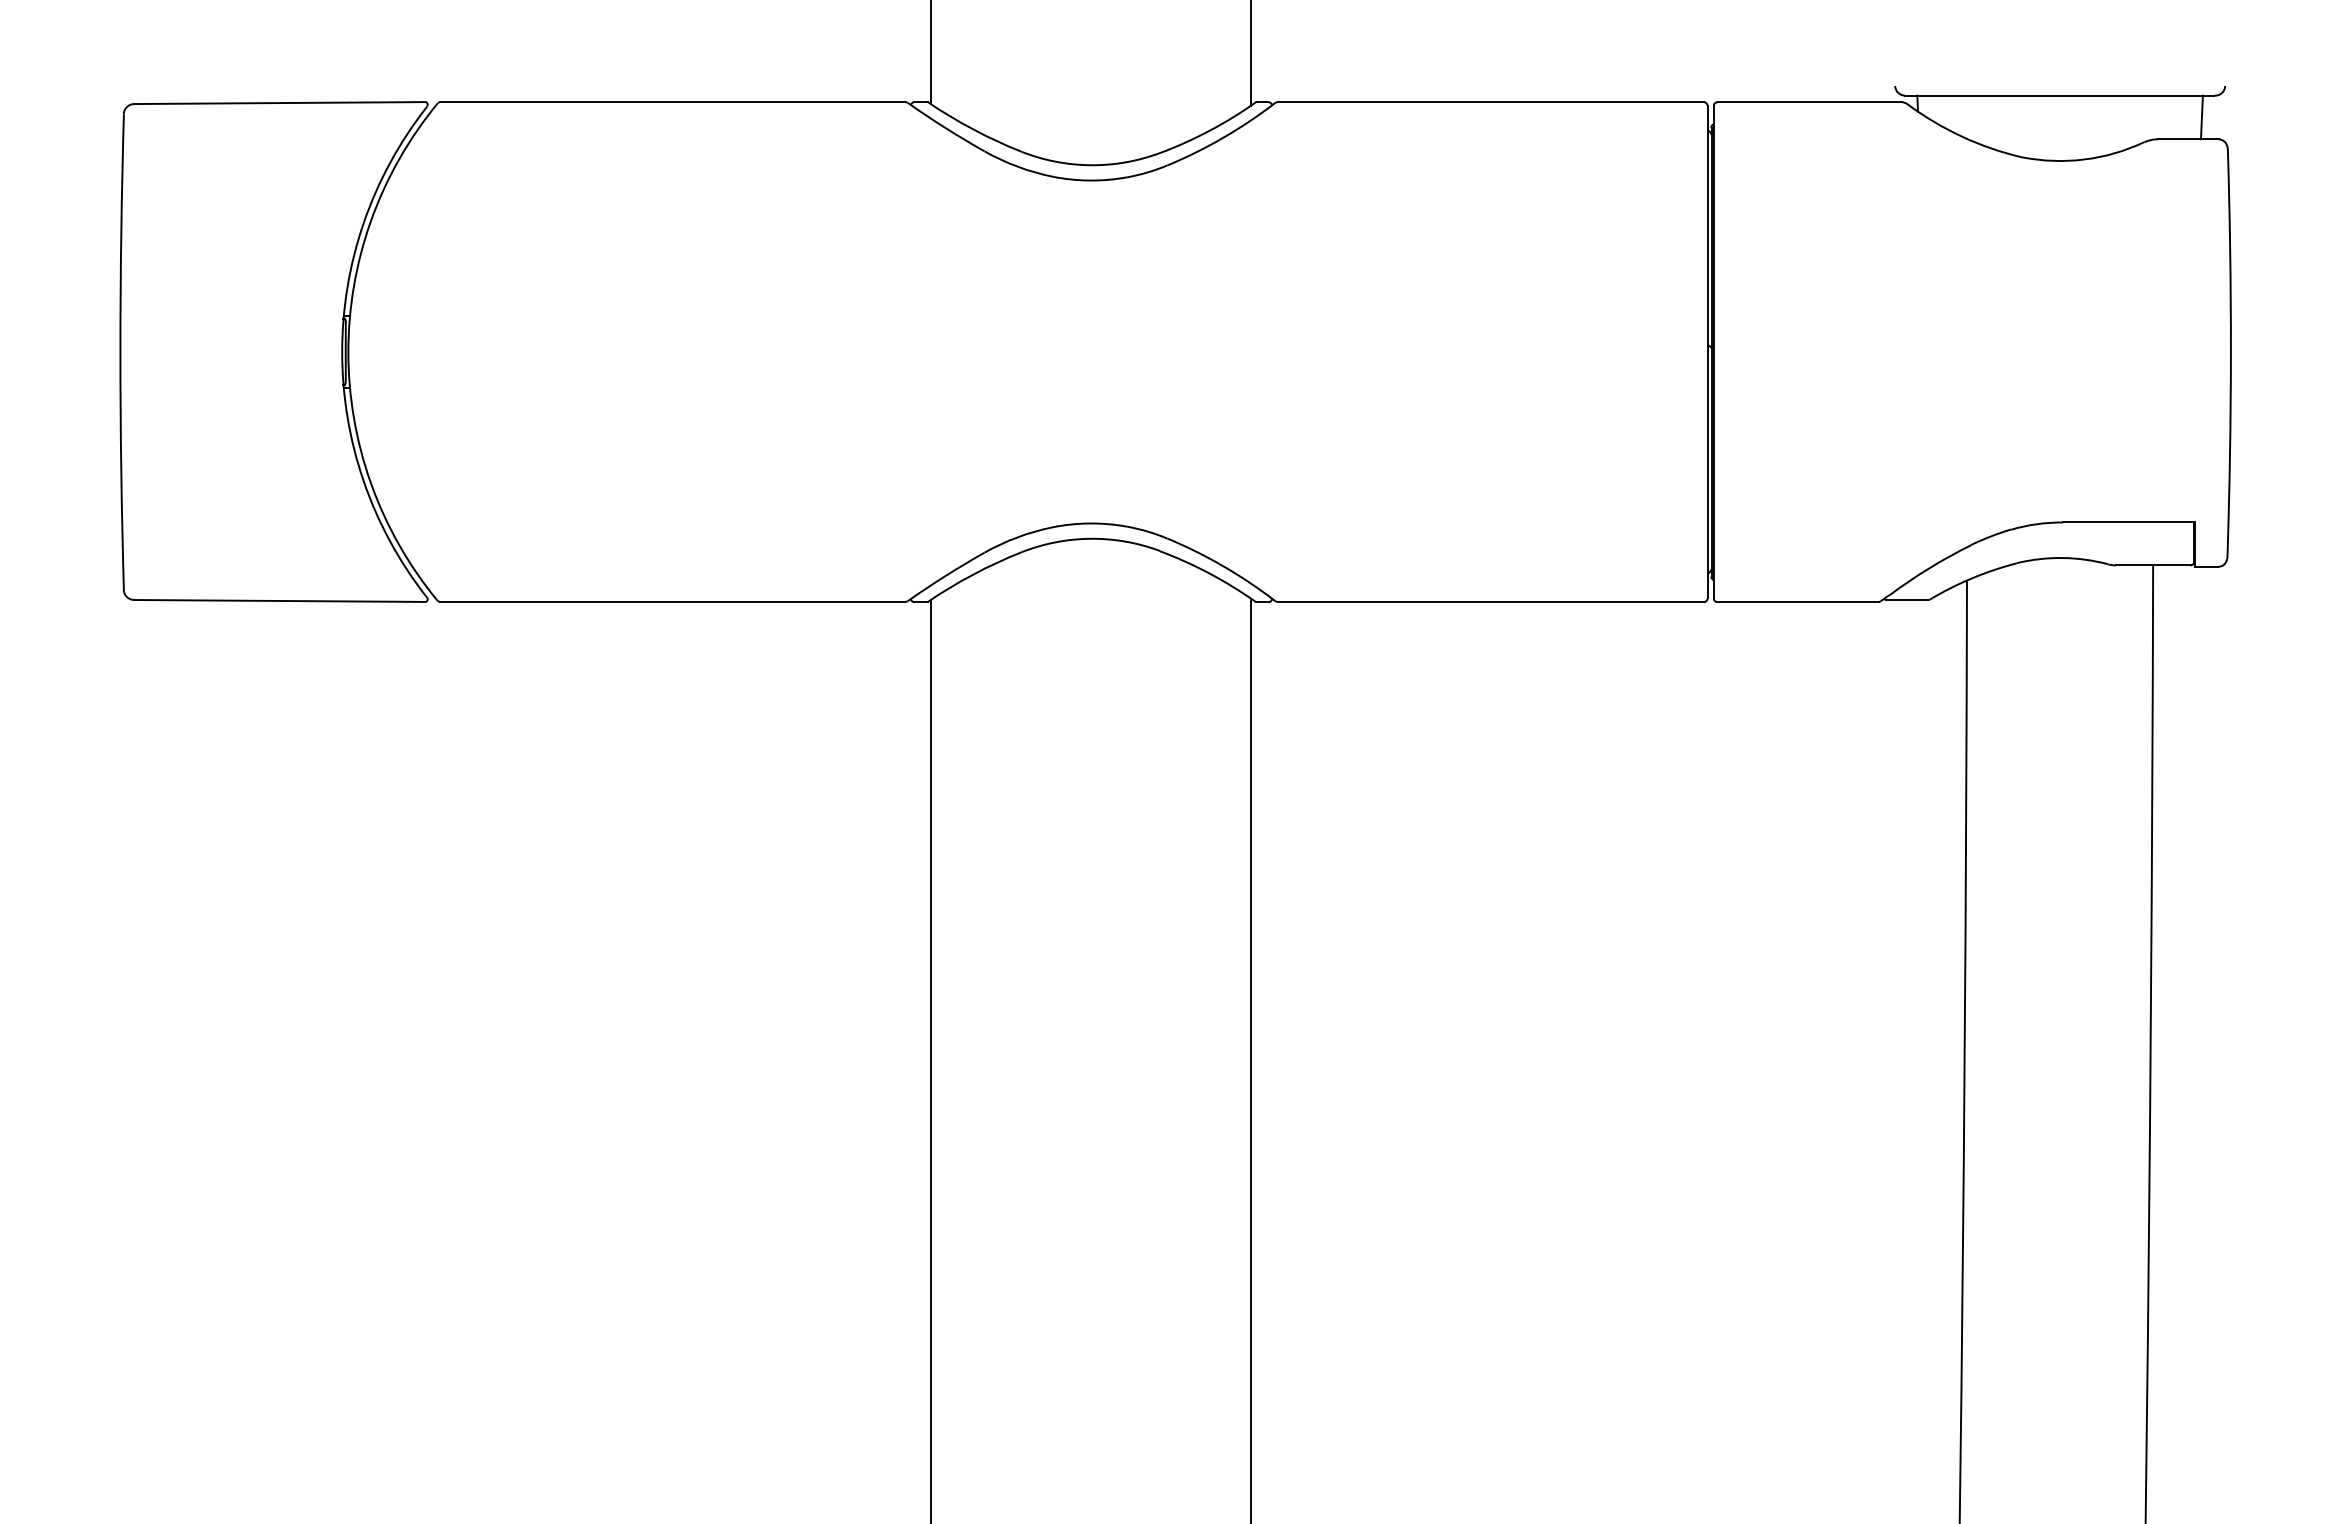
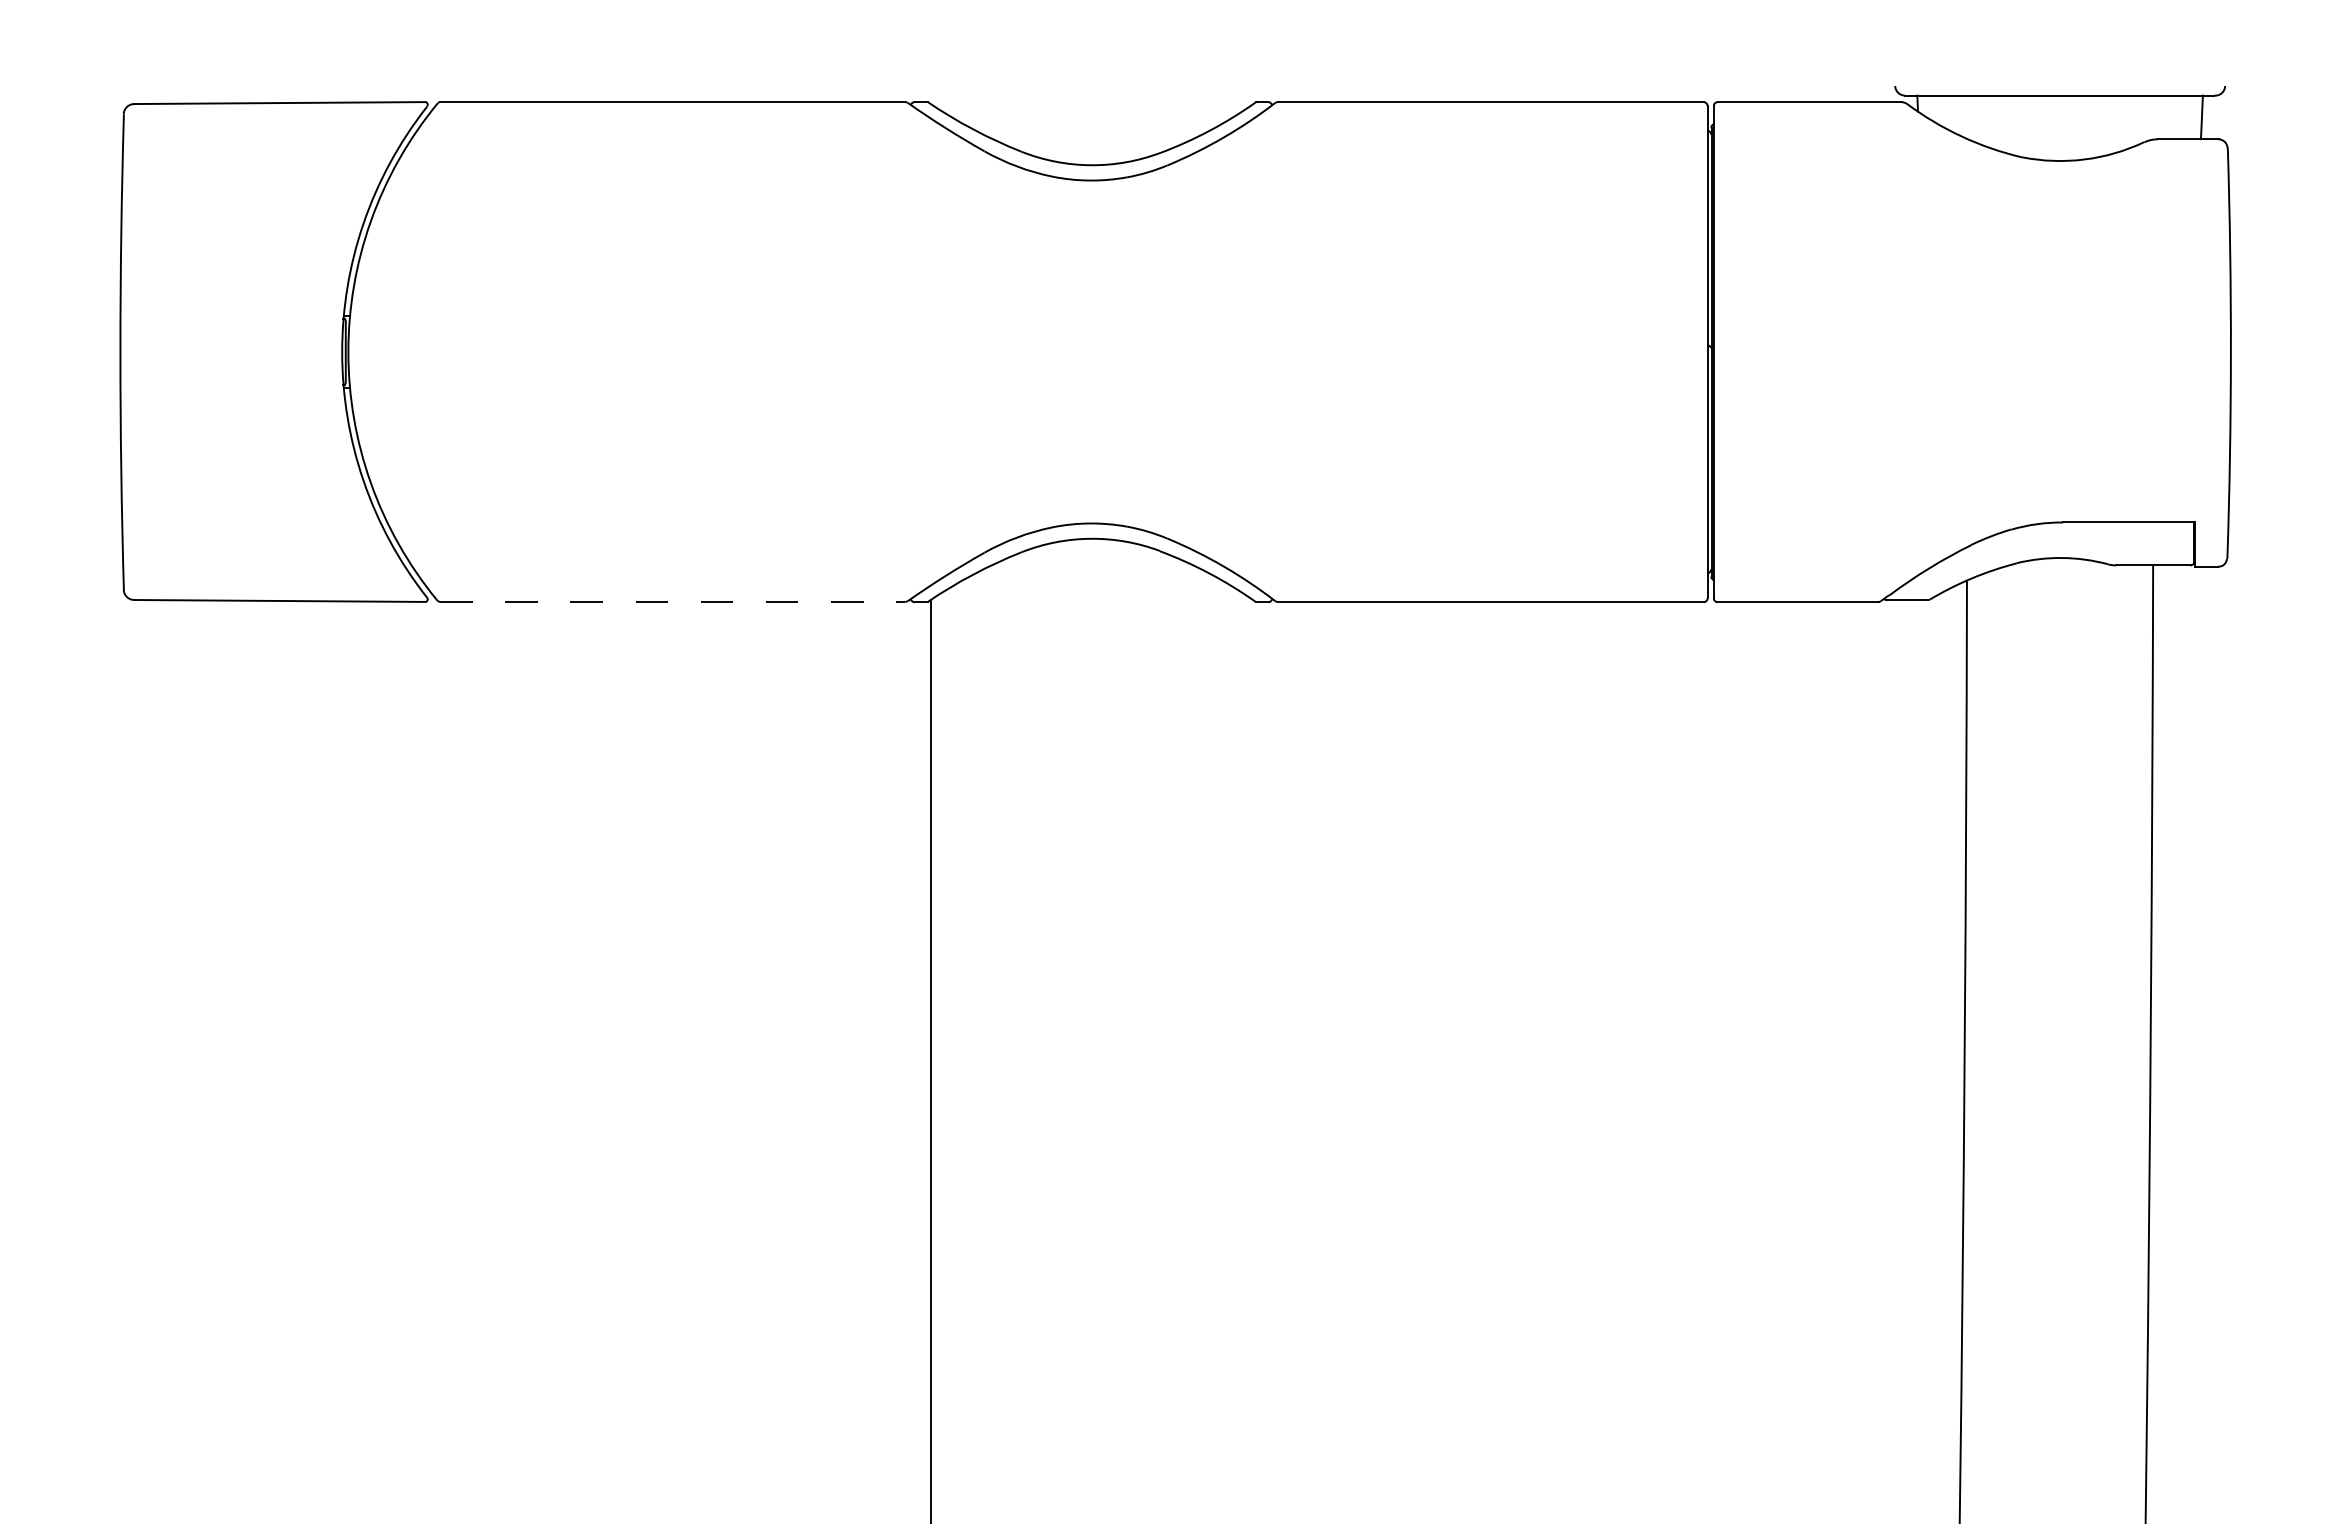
line at (930, 53): present -> none
line at (1251, 53): present -> none
line at (672, 601): solid -> dashed
line at (1251, 1059): present -> none
